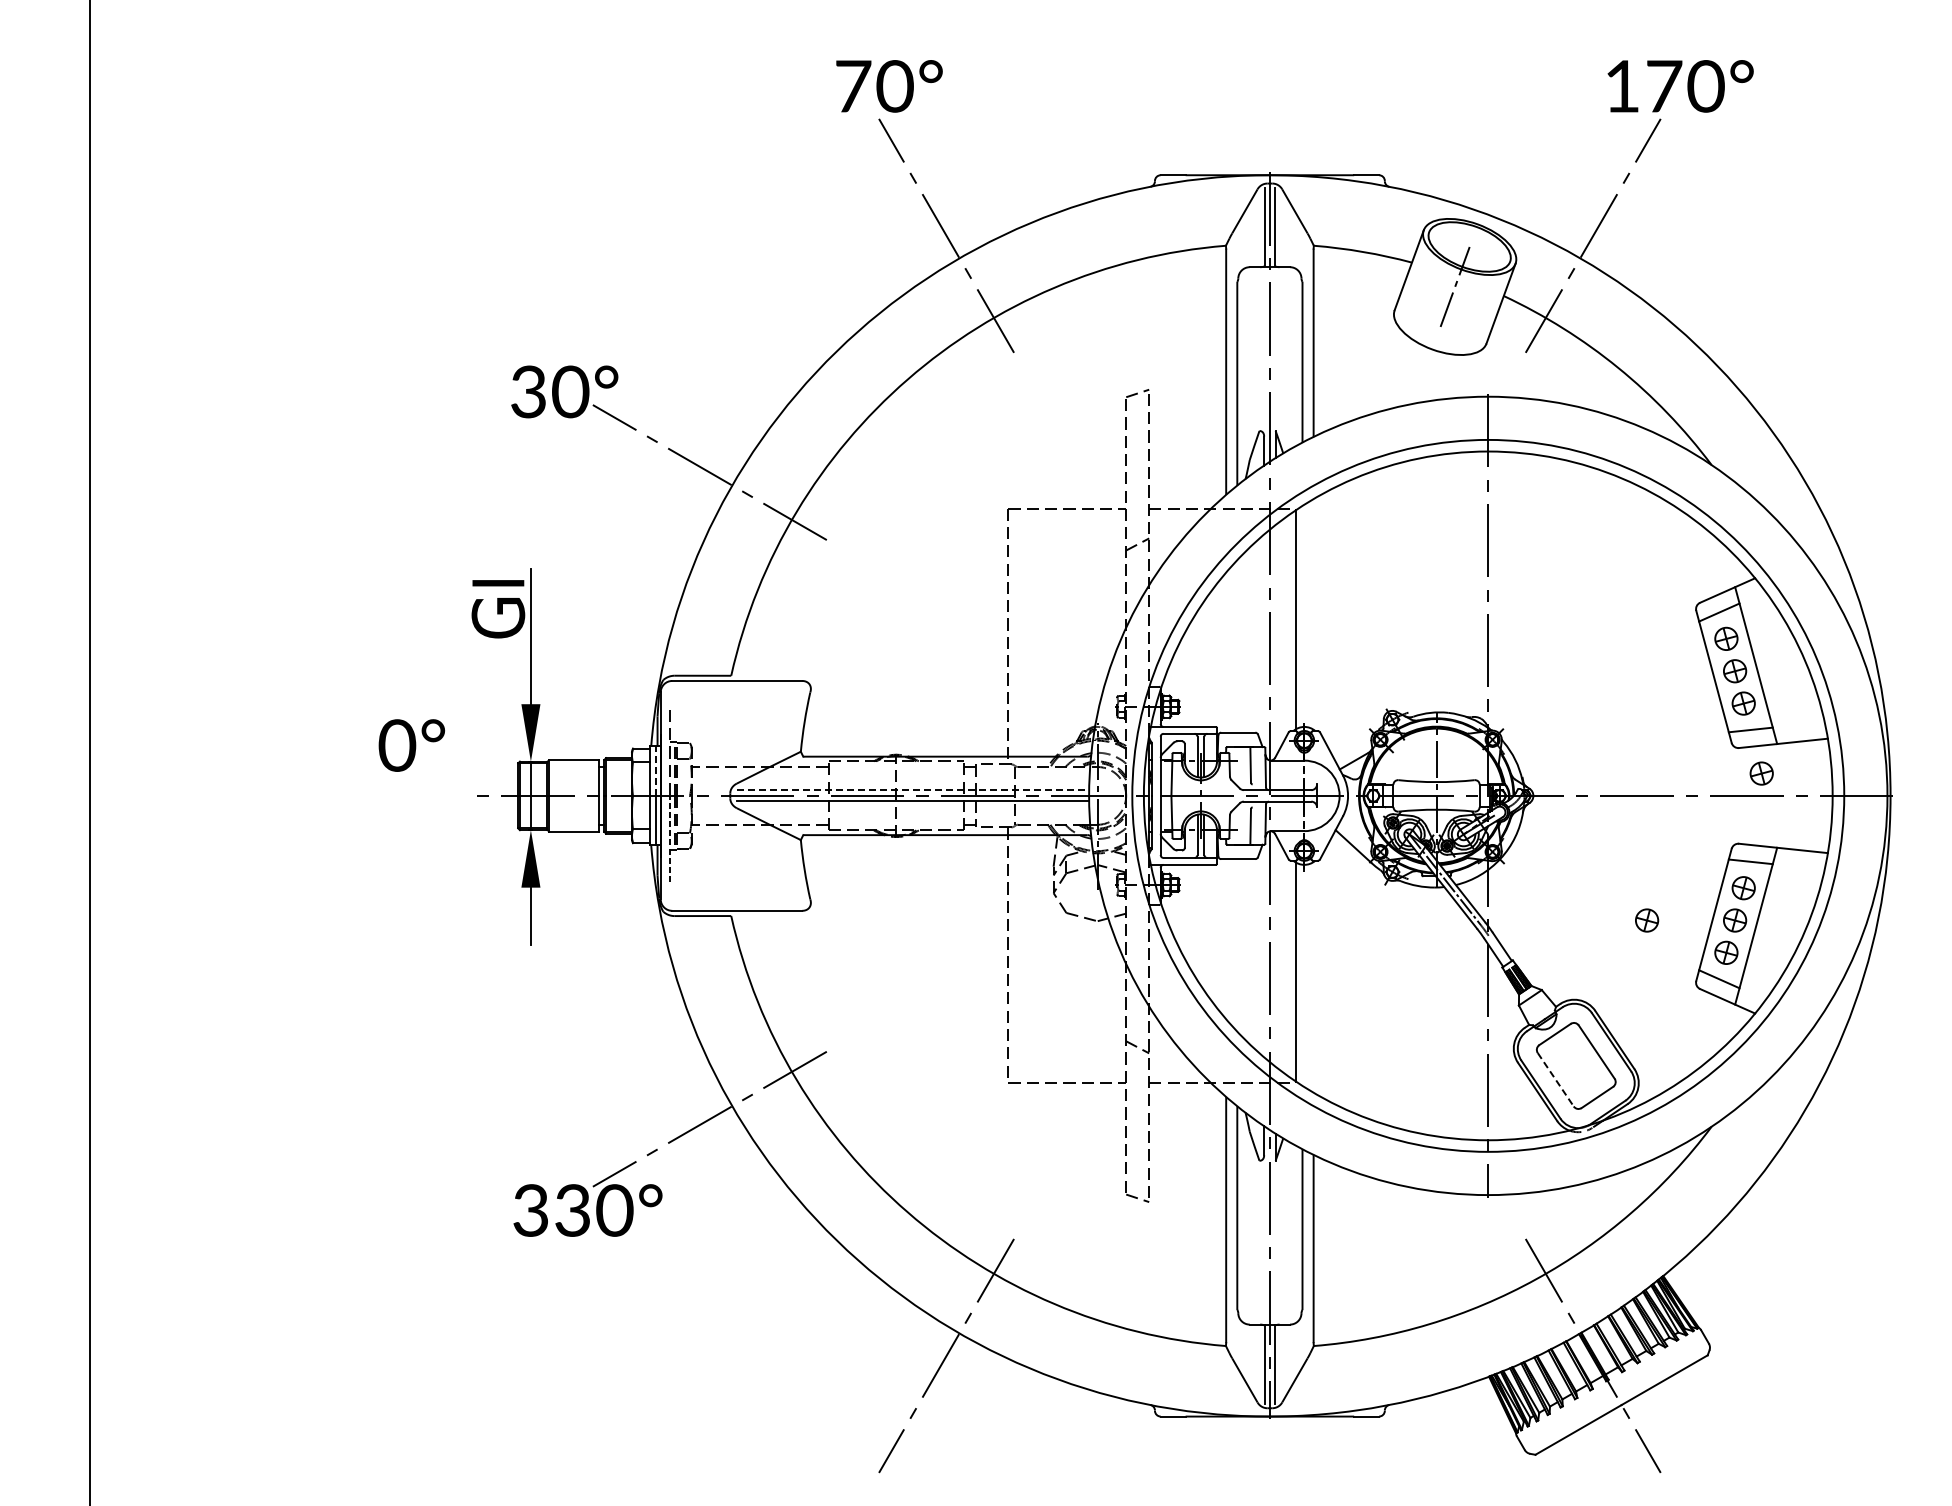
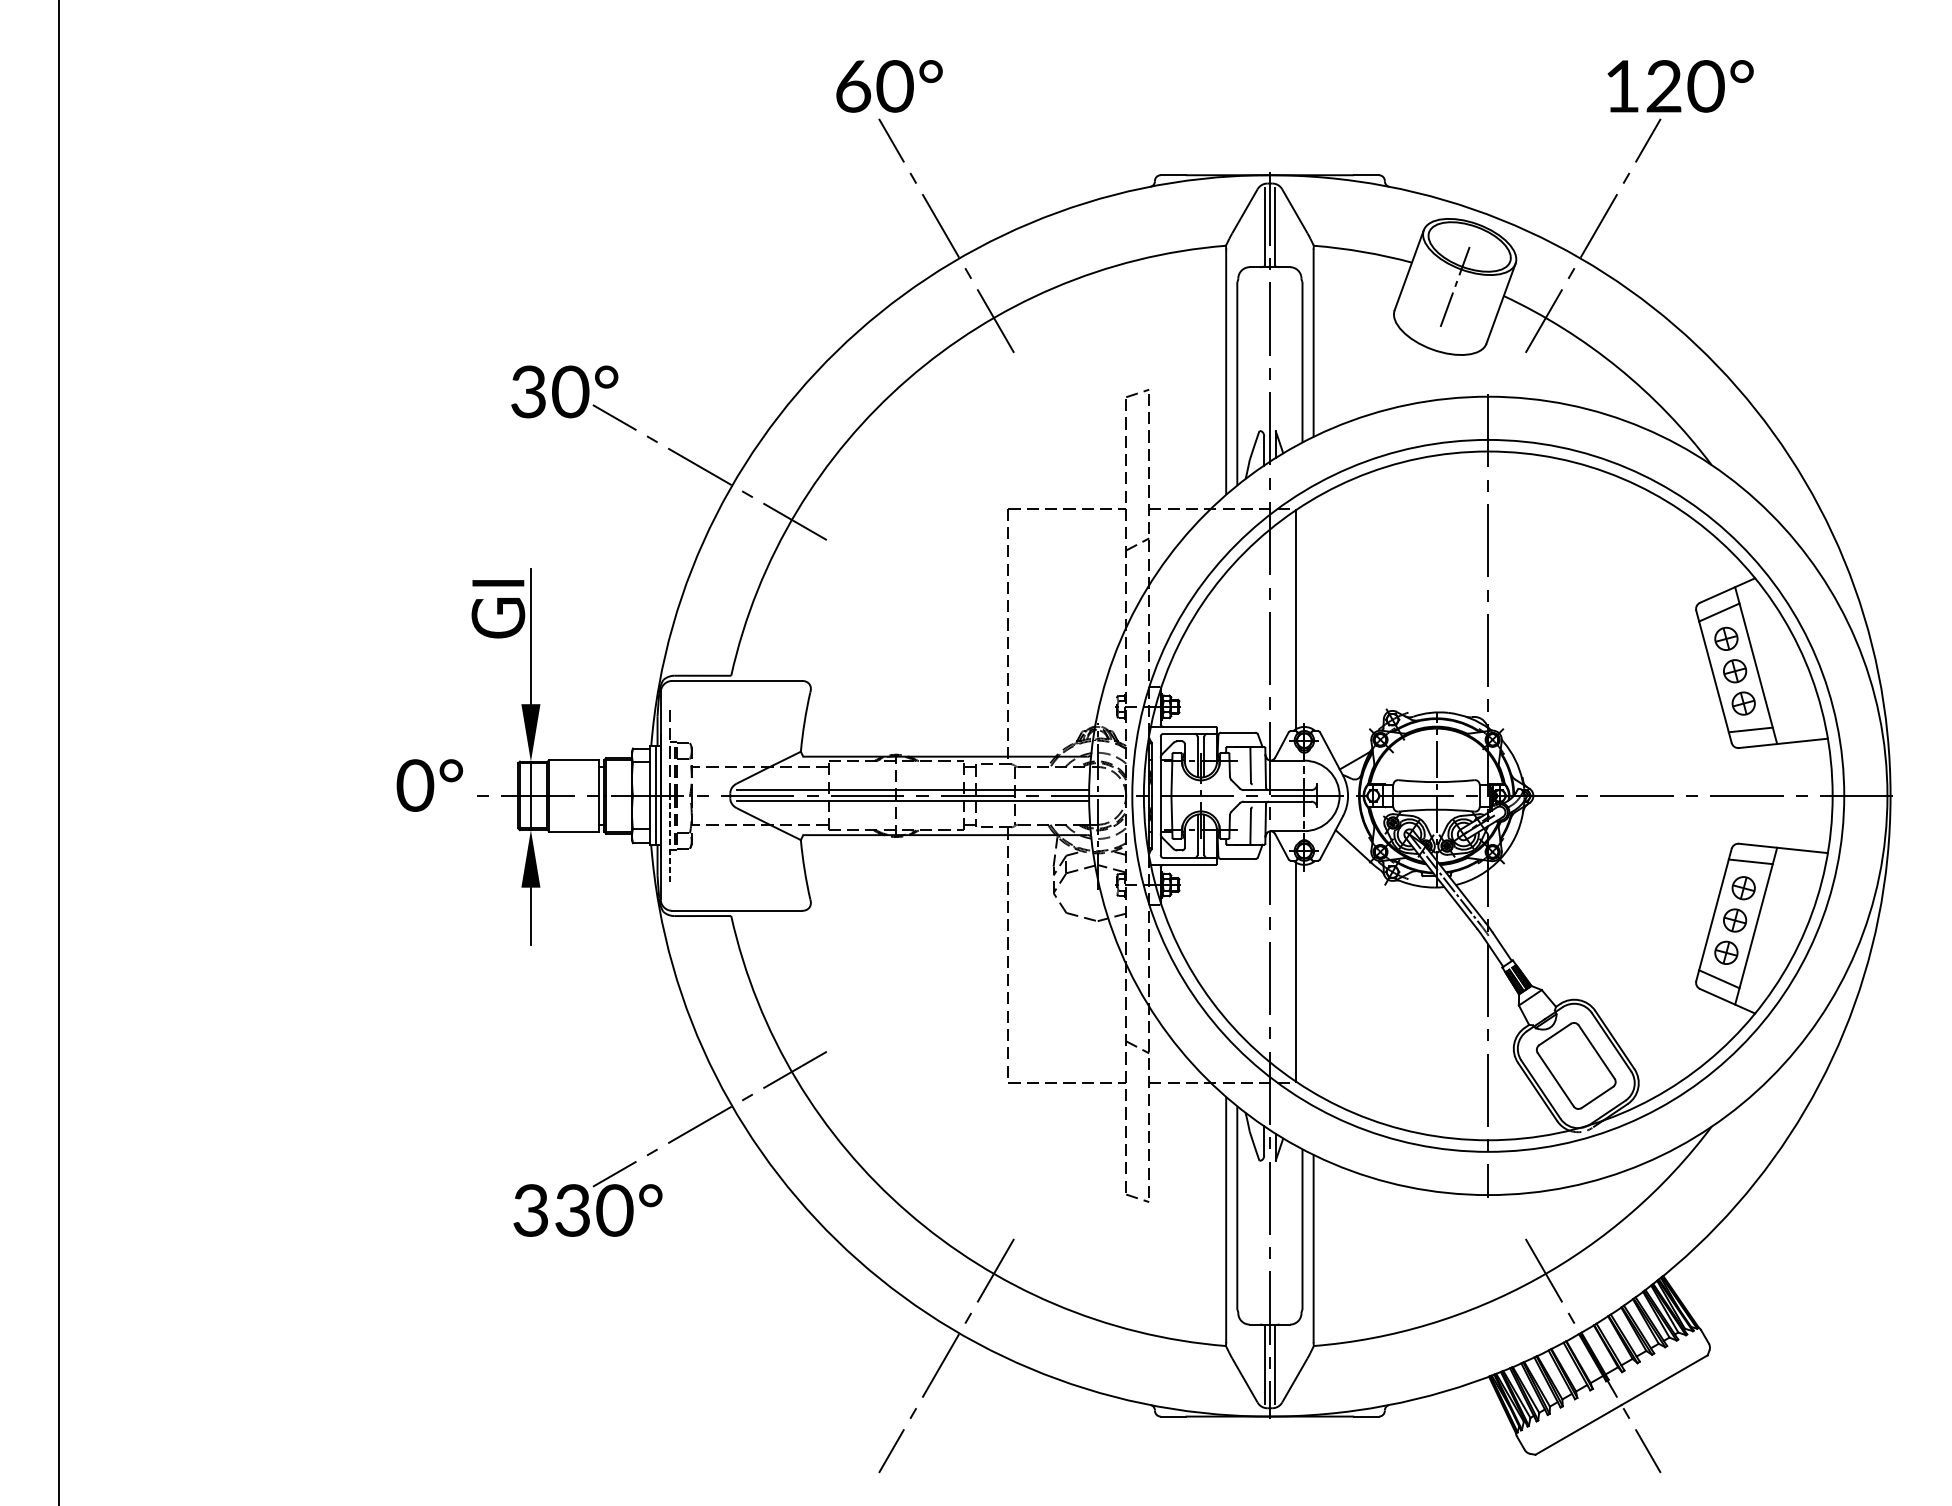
text at (853, 86): 70° -> 60°
text at (1664, 86): 170° -> 120°
text at (411, 745) position: (411, 745) -> (429, 785)
line at (89, 752) position: (89, 752) -> (58, 752)
line at (656, 771): dashed -> solid
part at (1761, 773): present -> none
line at (913, 790): dashed -> solid
part at (1647, 920): present -> none
line at (1556, 1080): dashed -> solid
